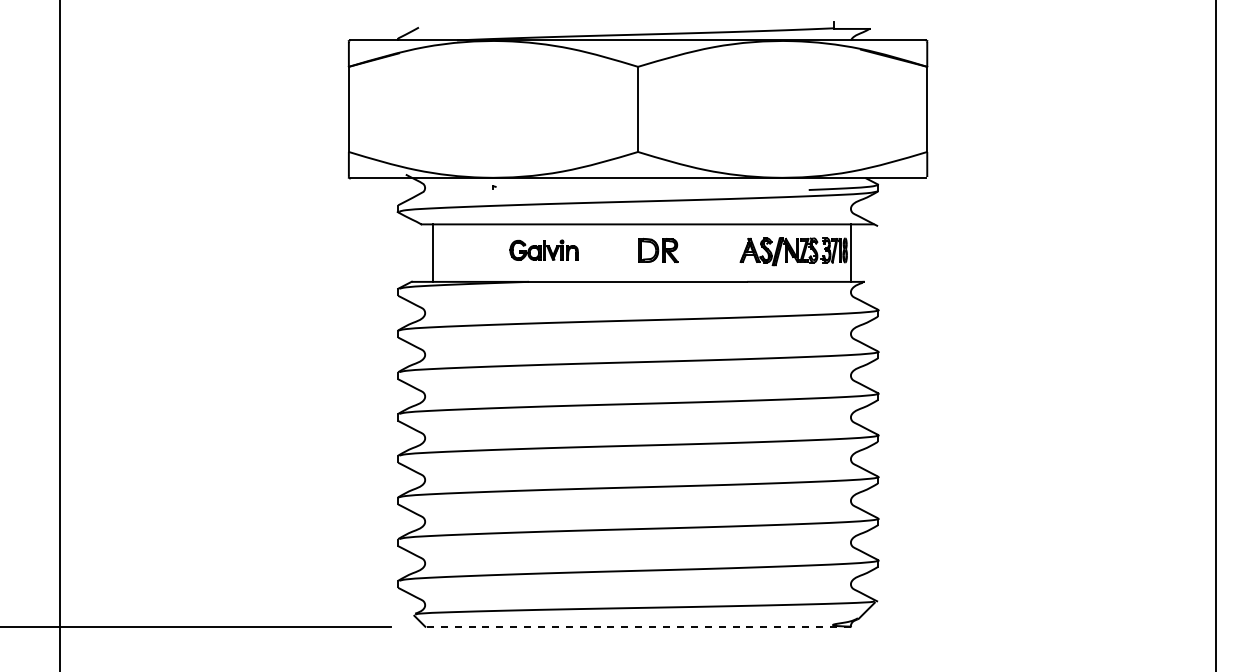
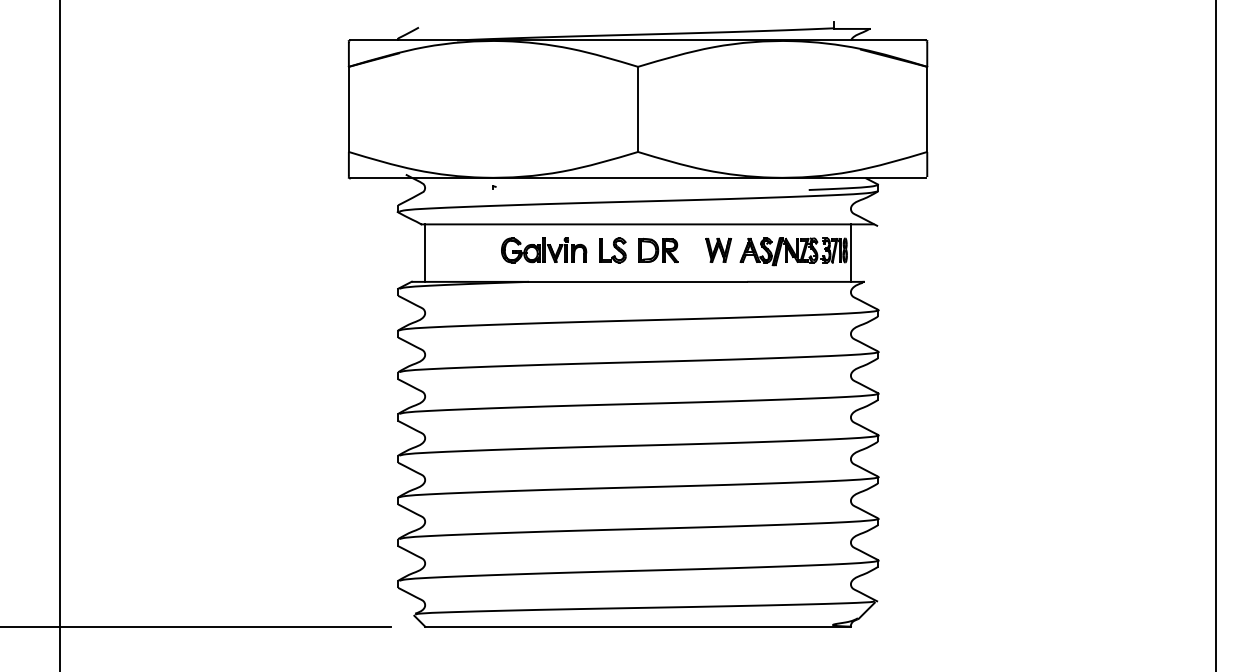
part at (543, 249) size: 70x22 px -> 87x27 px
part at (718, 249): none -> present
part at (612, 250): none -> present
line at (433, 252) position: (433, 252) -> (425, 252)
line at (638, 626): dashed -> solid
